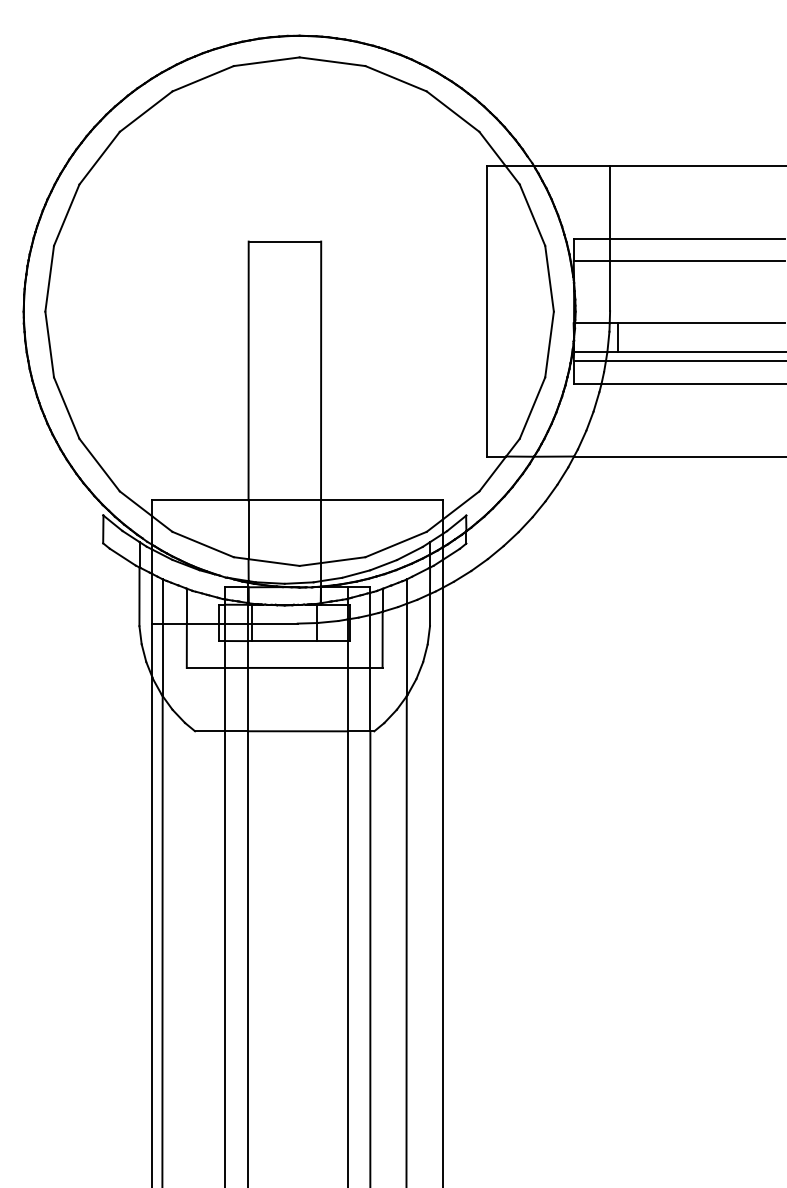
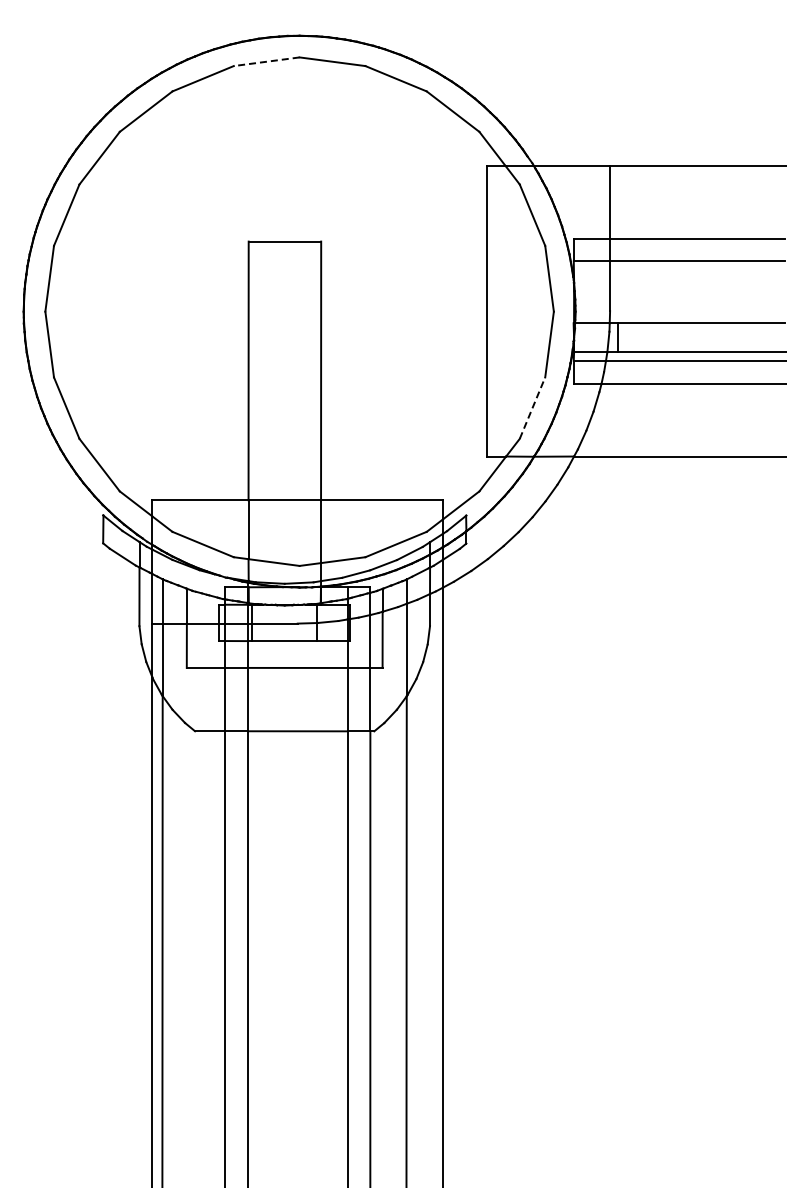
line at (266, 61): solid -> dashed
line at (532, 407): solid -> dashed
